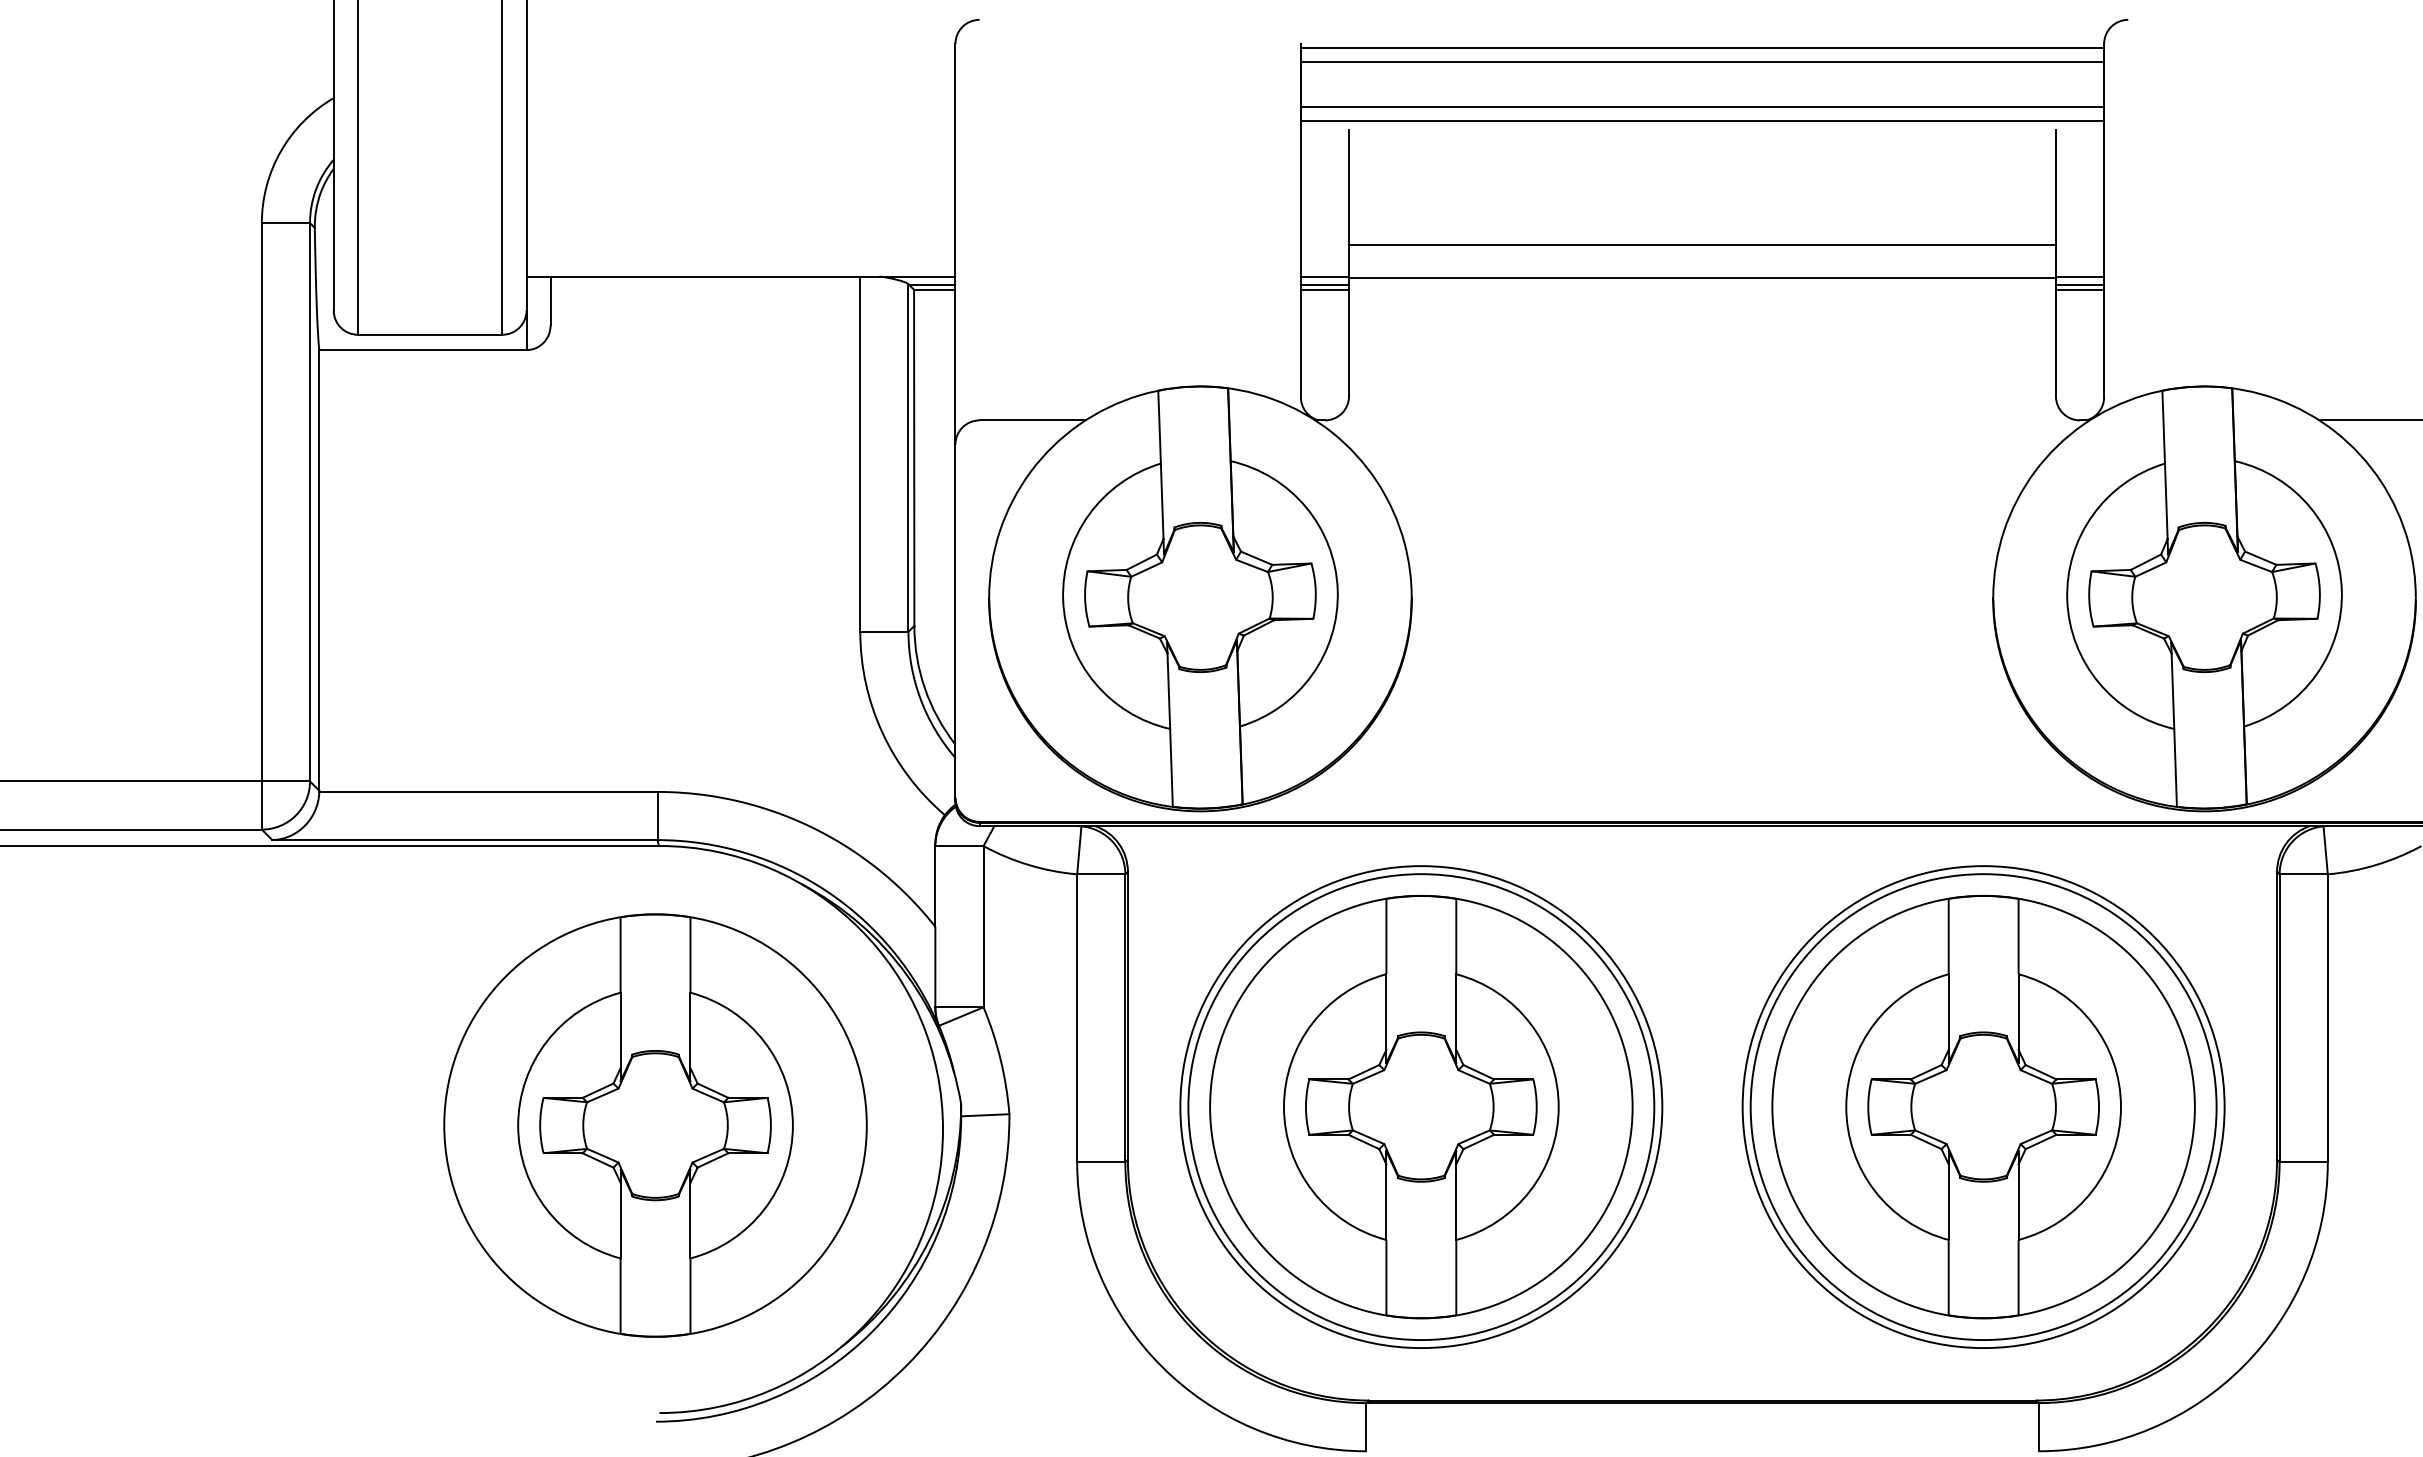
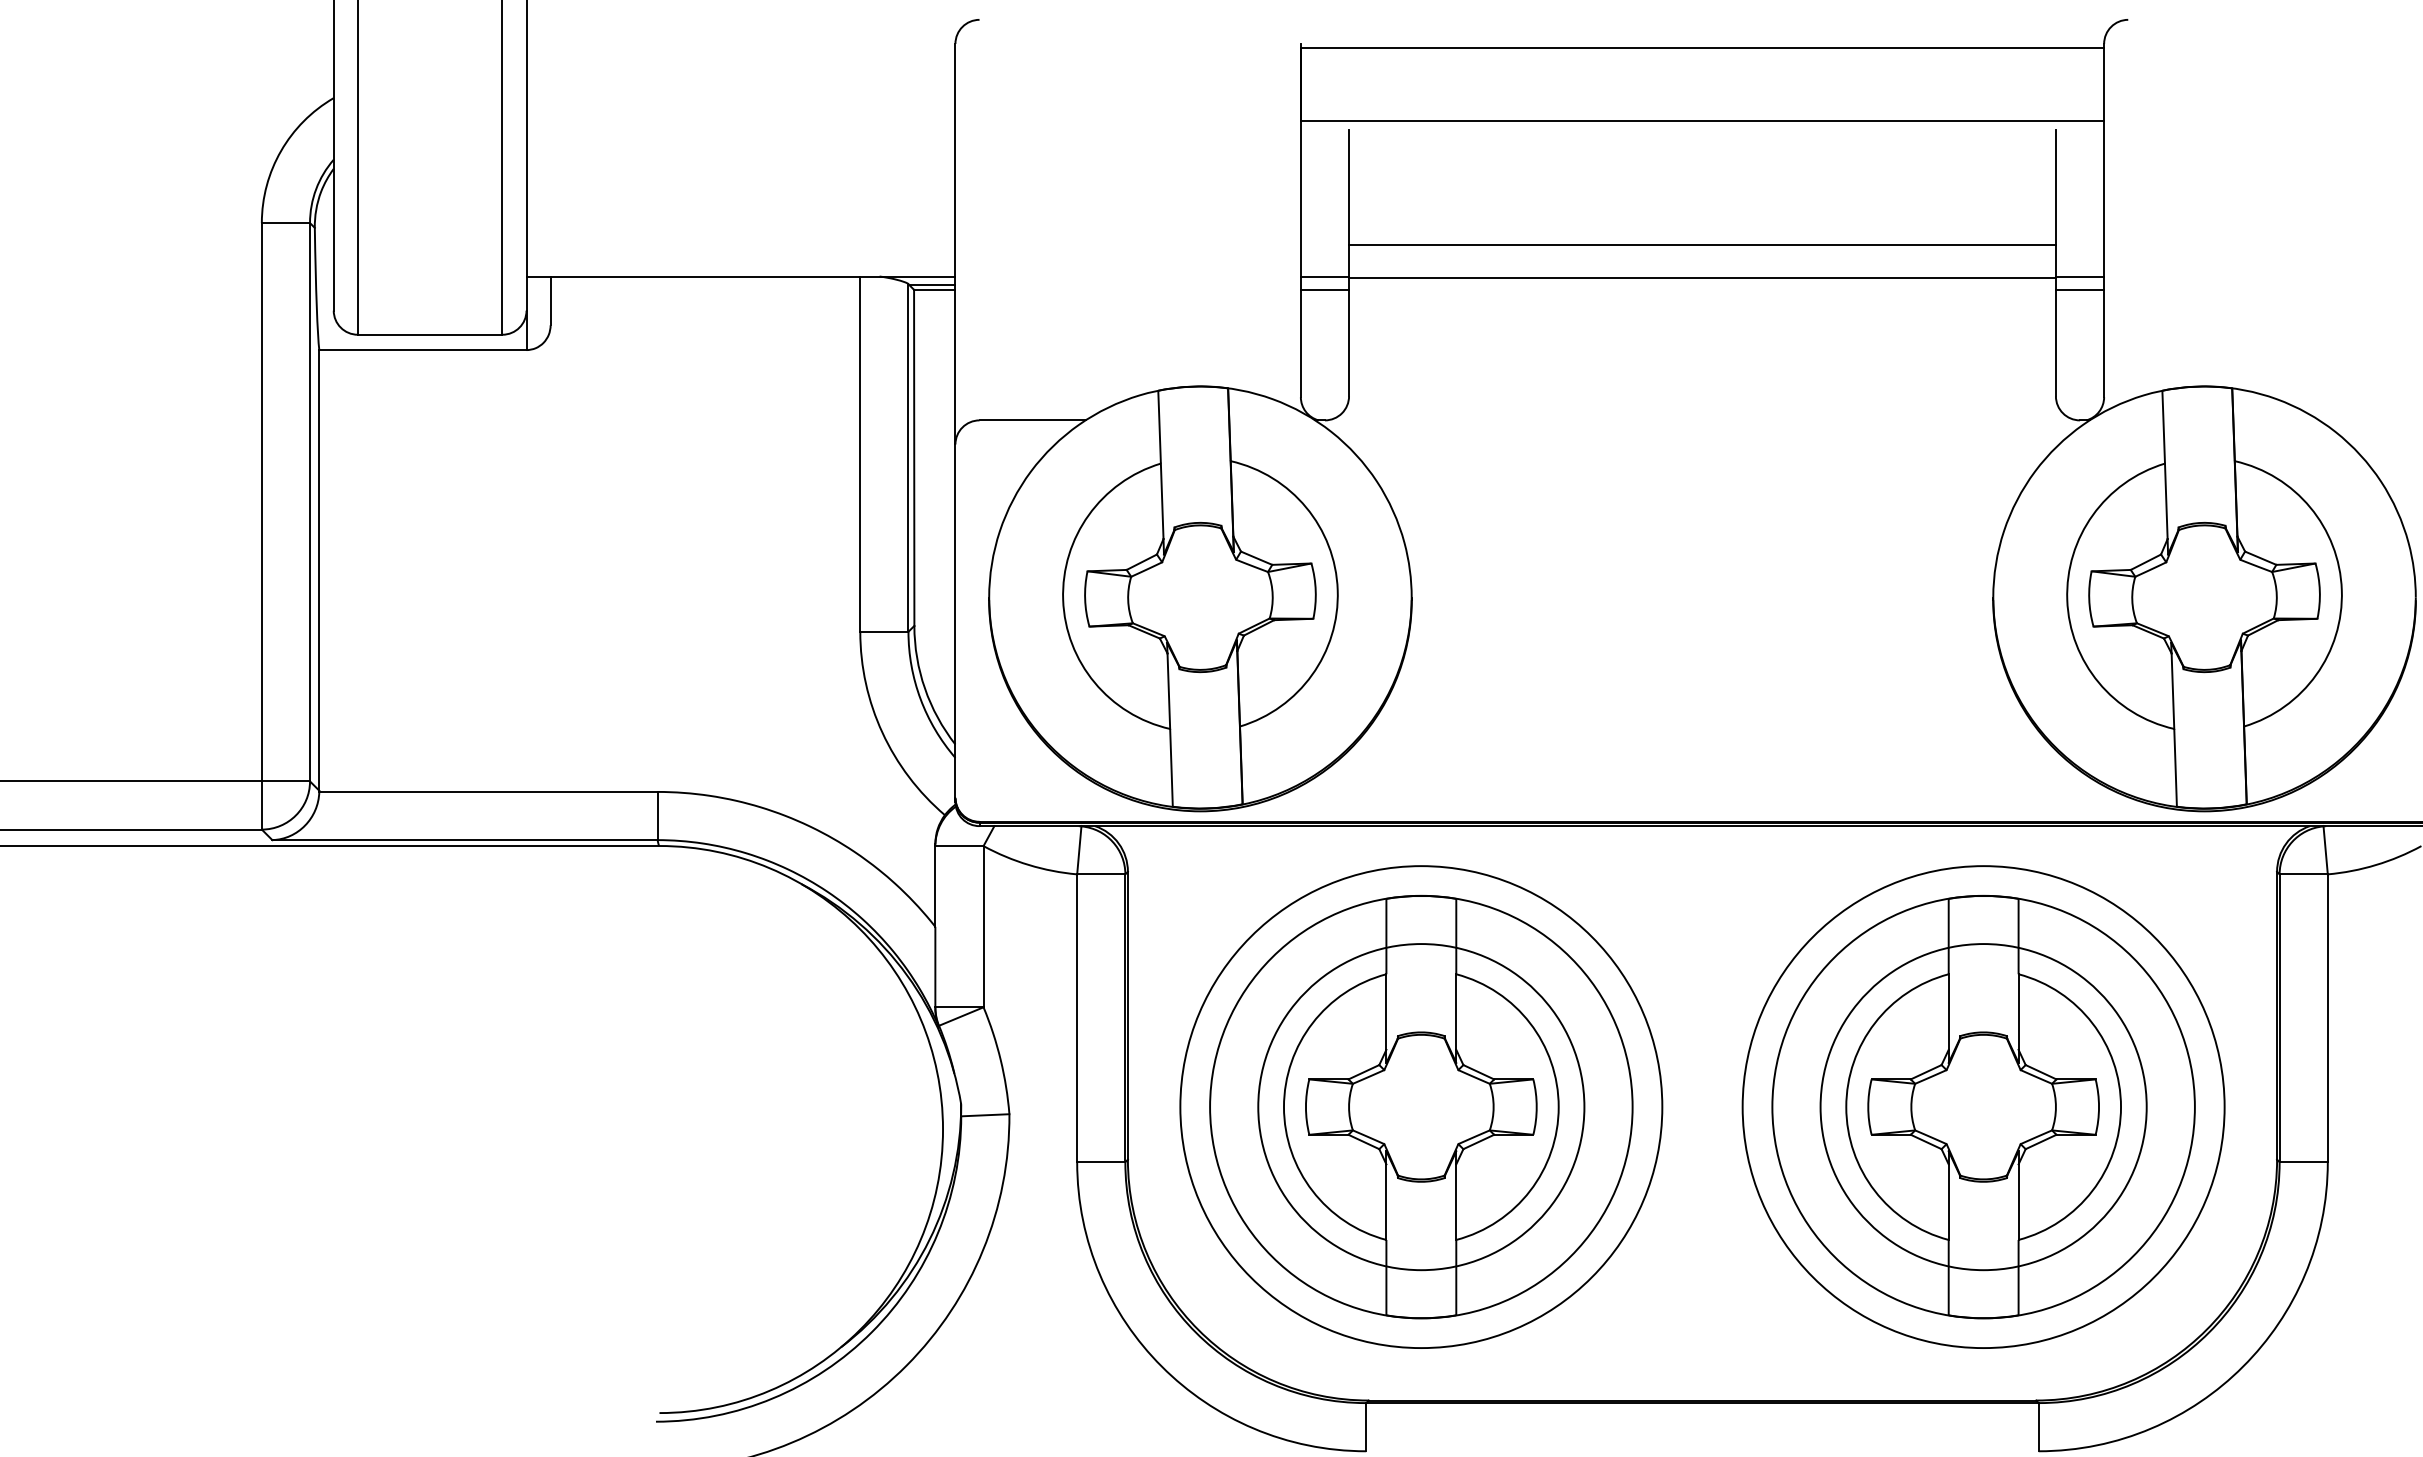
line at (1702, 61): present -> none
line at (1702, 107): present -> none
line at (1324, 284): present -> none
line at (2079, 284): present -> none
line at (2369, 420): present -> none
circle at (1421, 1107) diameter: 466 px -> 326 px
circle at (1983, 1107) diameter: 466 px -> 326 px
part at (655, 1125): present -> none
